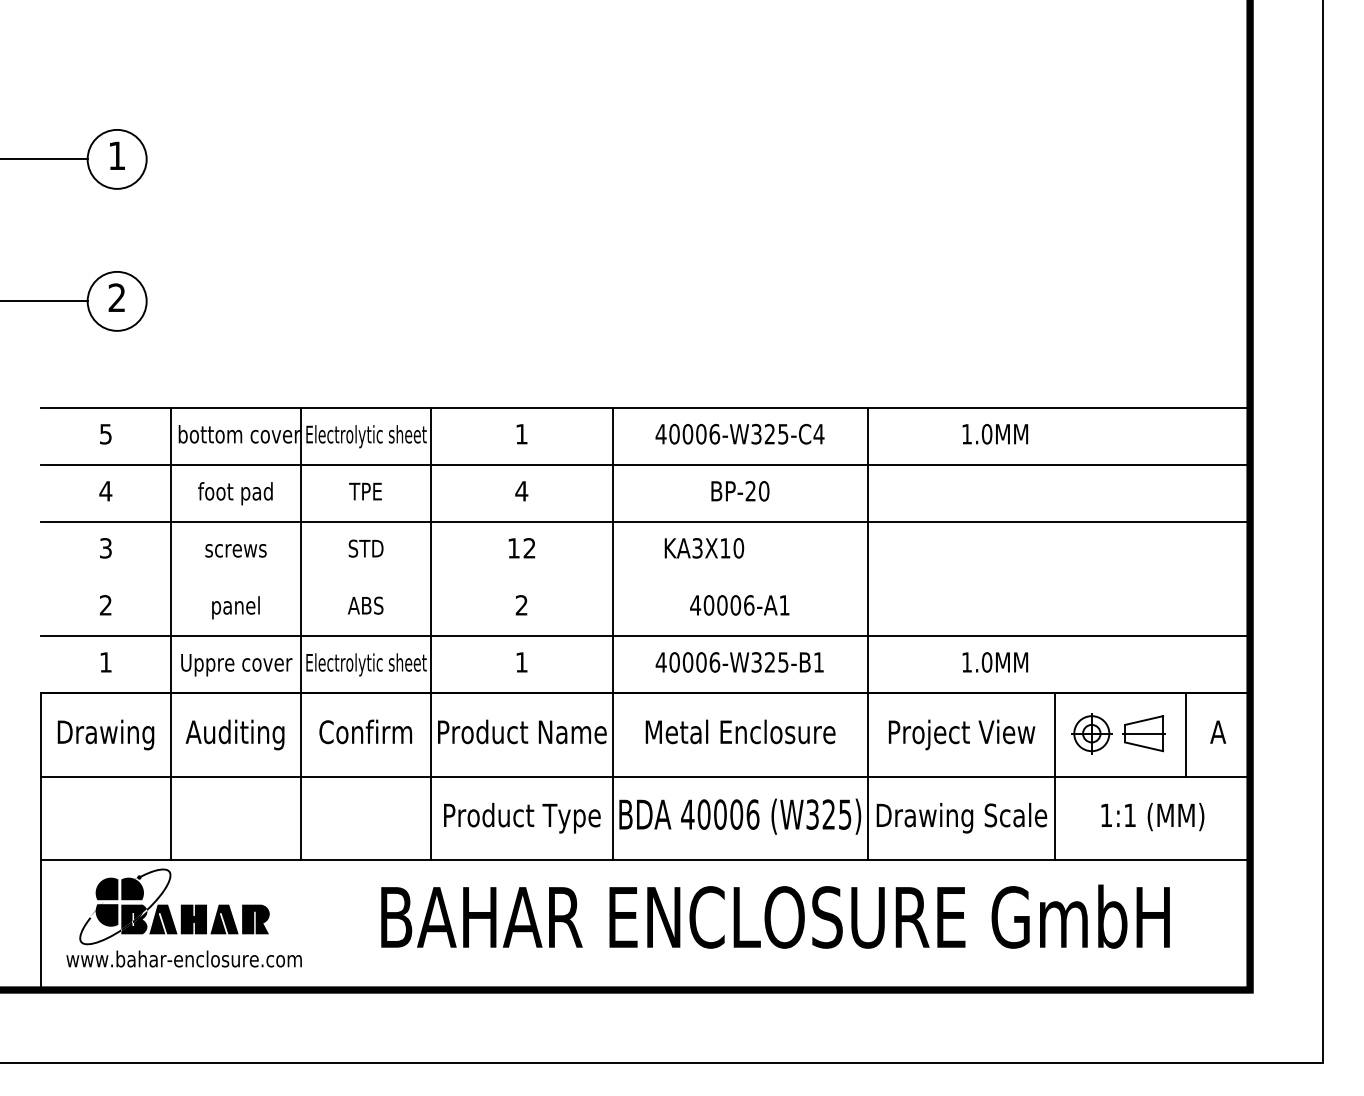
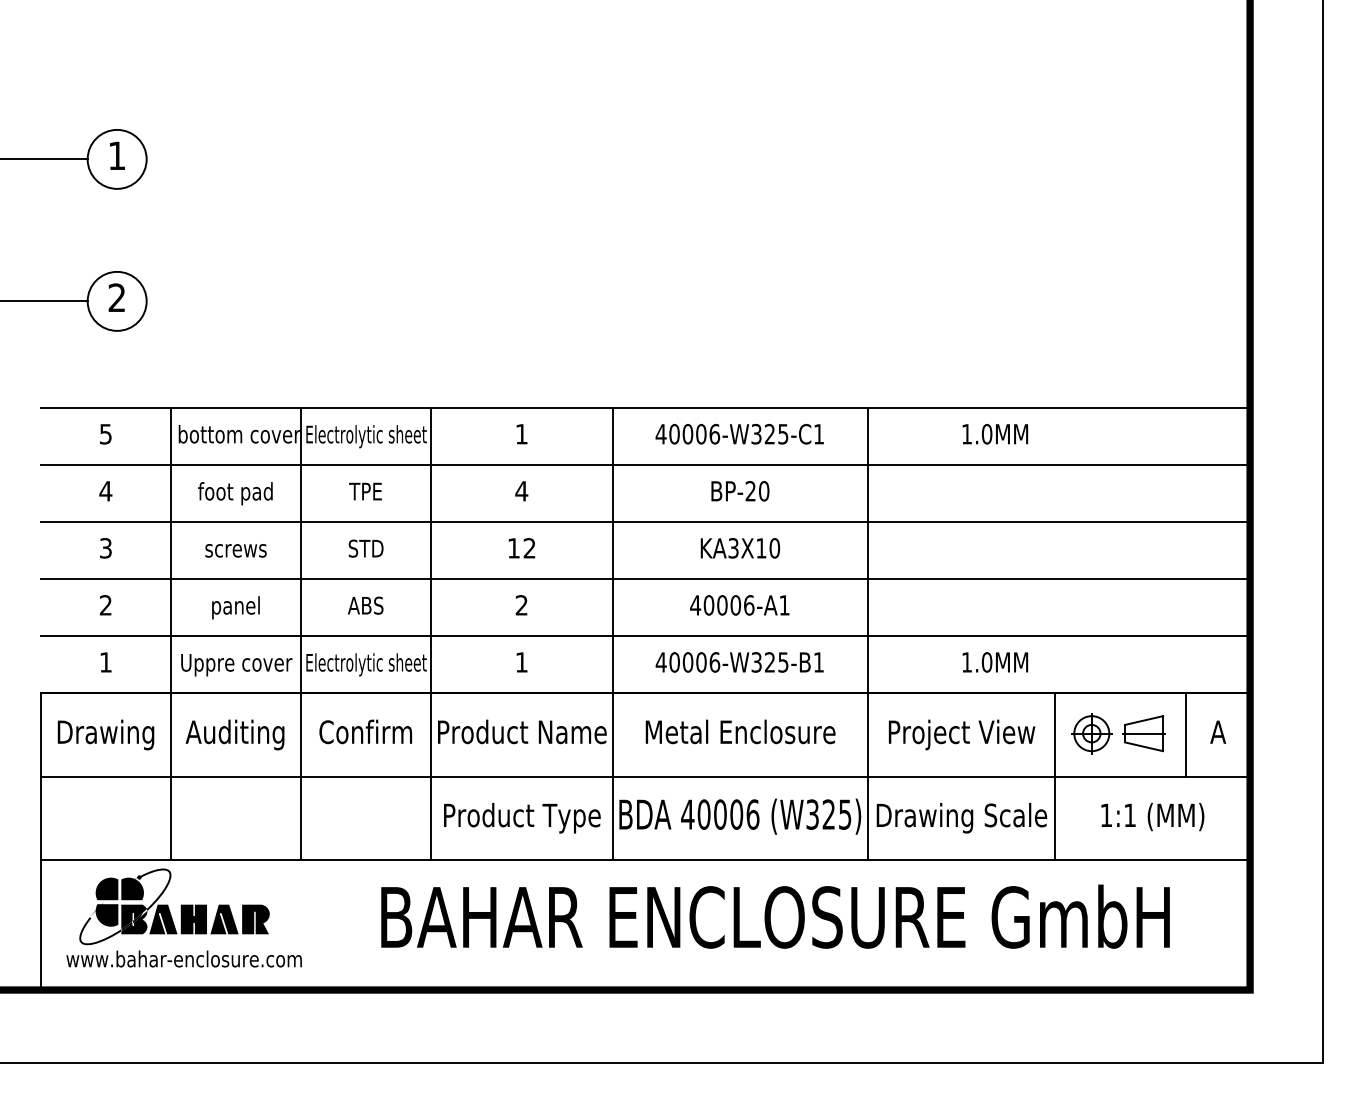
text at (818, 434): 40006-W325-C4 -> 40006-W325-C1
text at (704, 548) position: (704, 548) -> (740, 548)
line at (645, 579): none -> present
